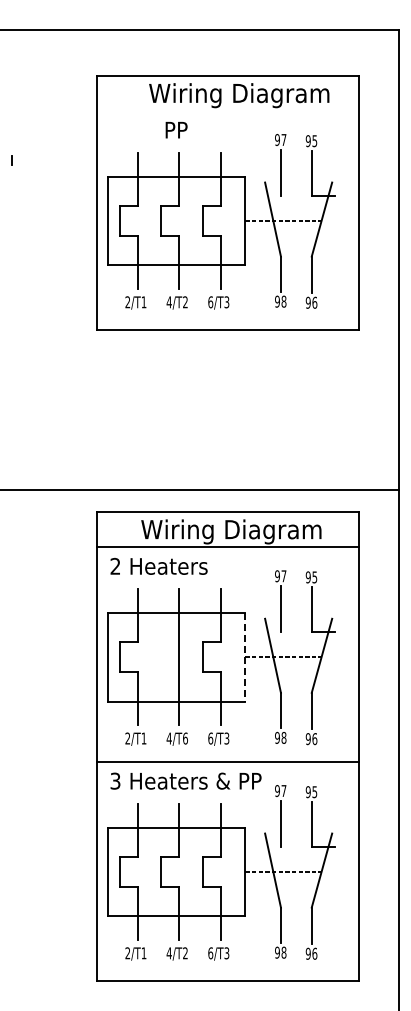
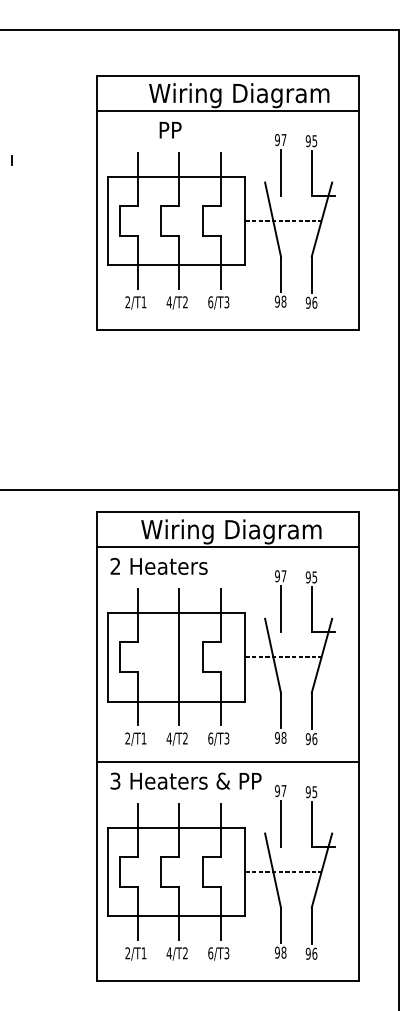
line at (227, 111): none -> present
text at (176, 130) position: (176, 130) -> (170, 130)
line at (245, 657): dashed -> solid
text at (185, 738): 4/T6 -> 4/T2
